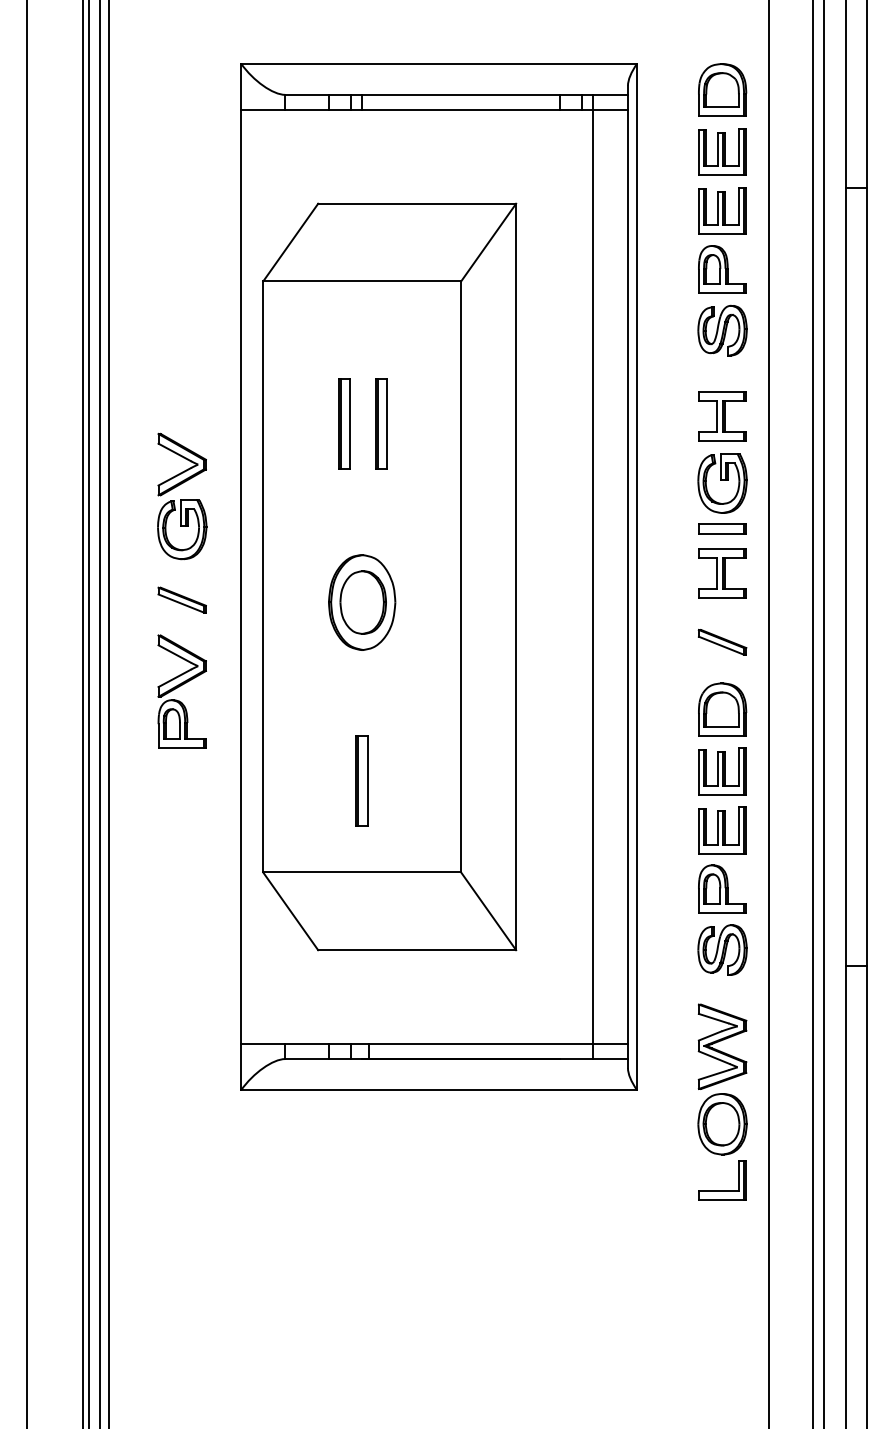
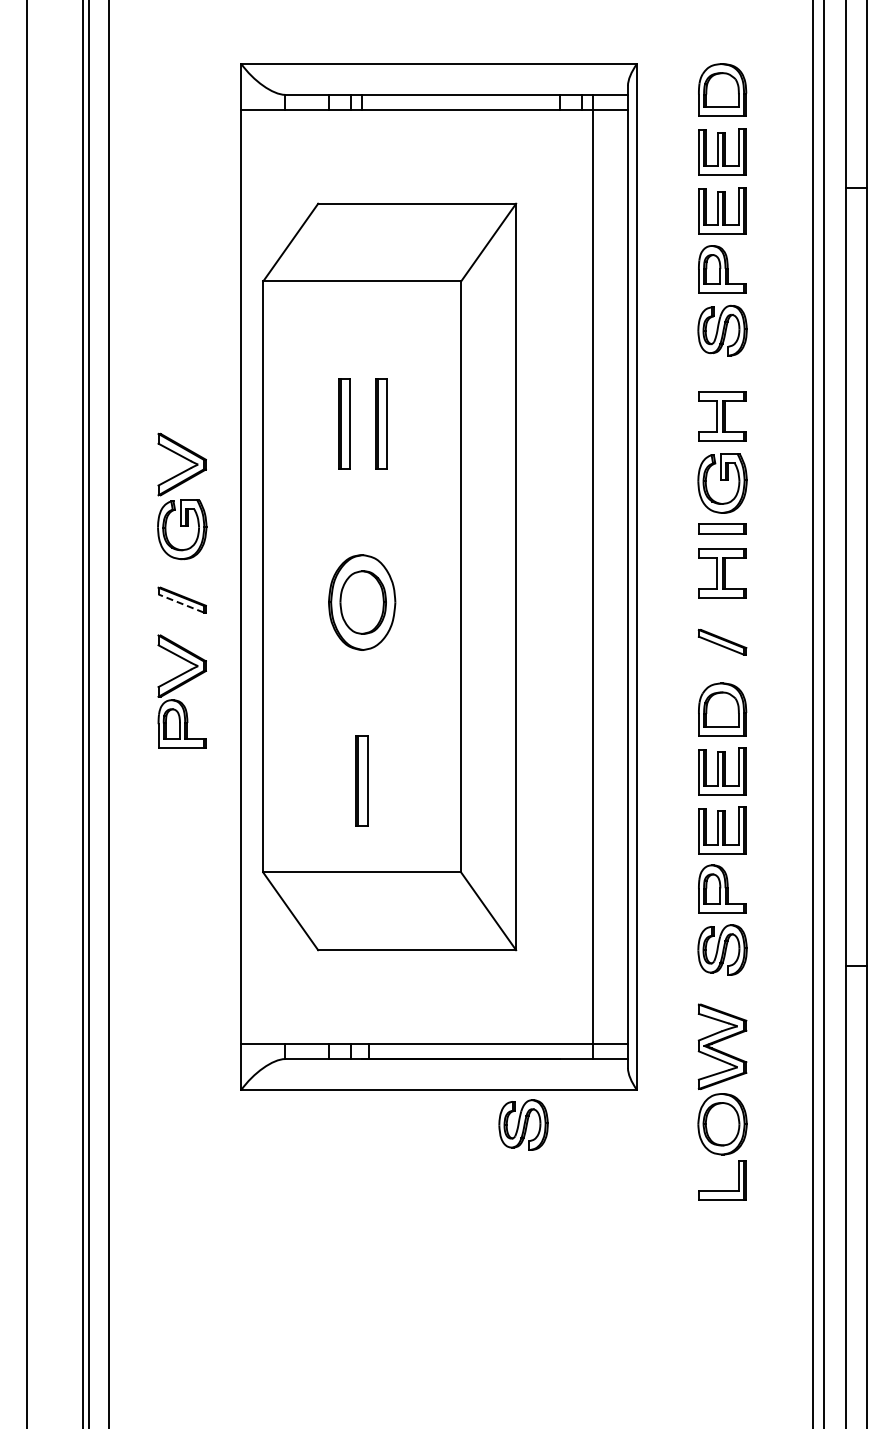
line at (180, 603): solid -> dashed
line at (100, 713): present -> none
line at (769, 713): present -> none
part at (523, 1124): none -> present
